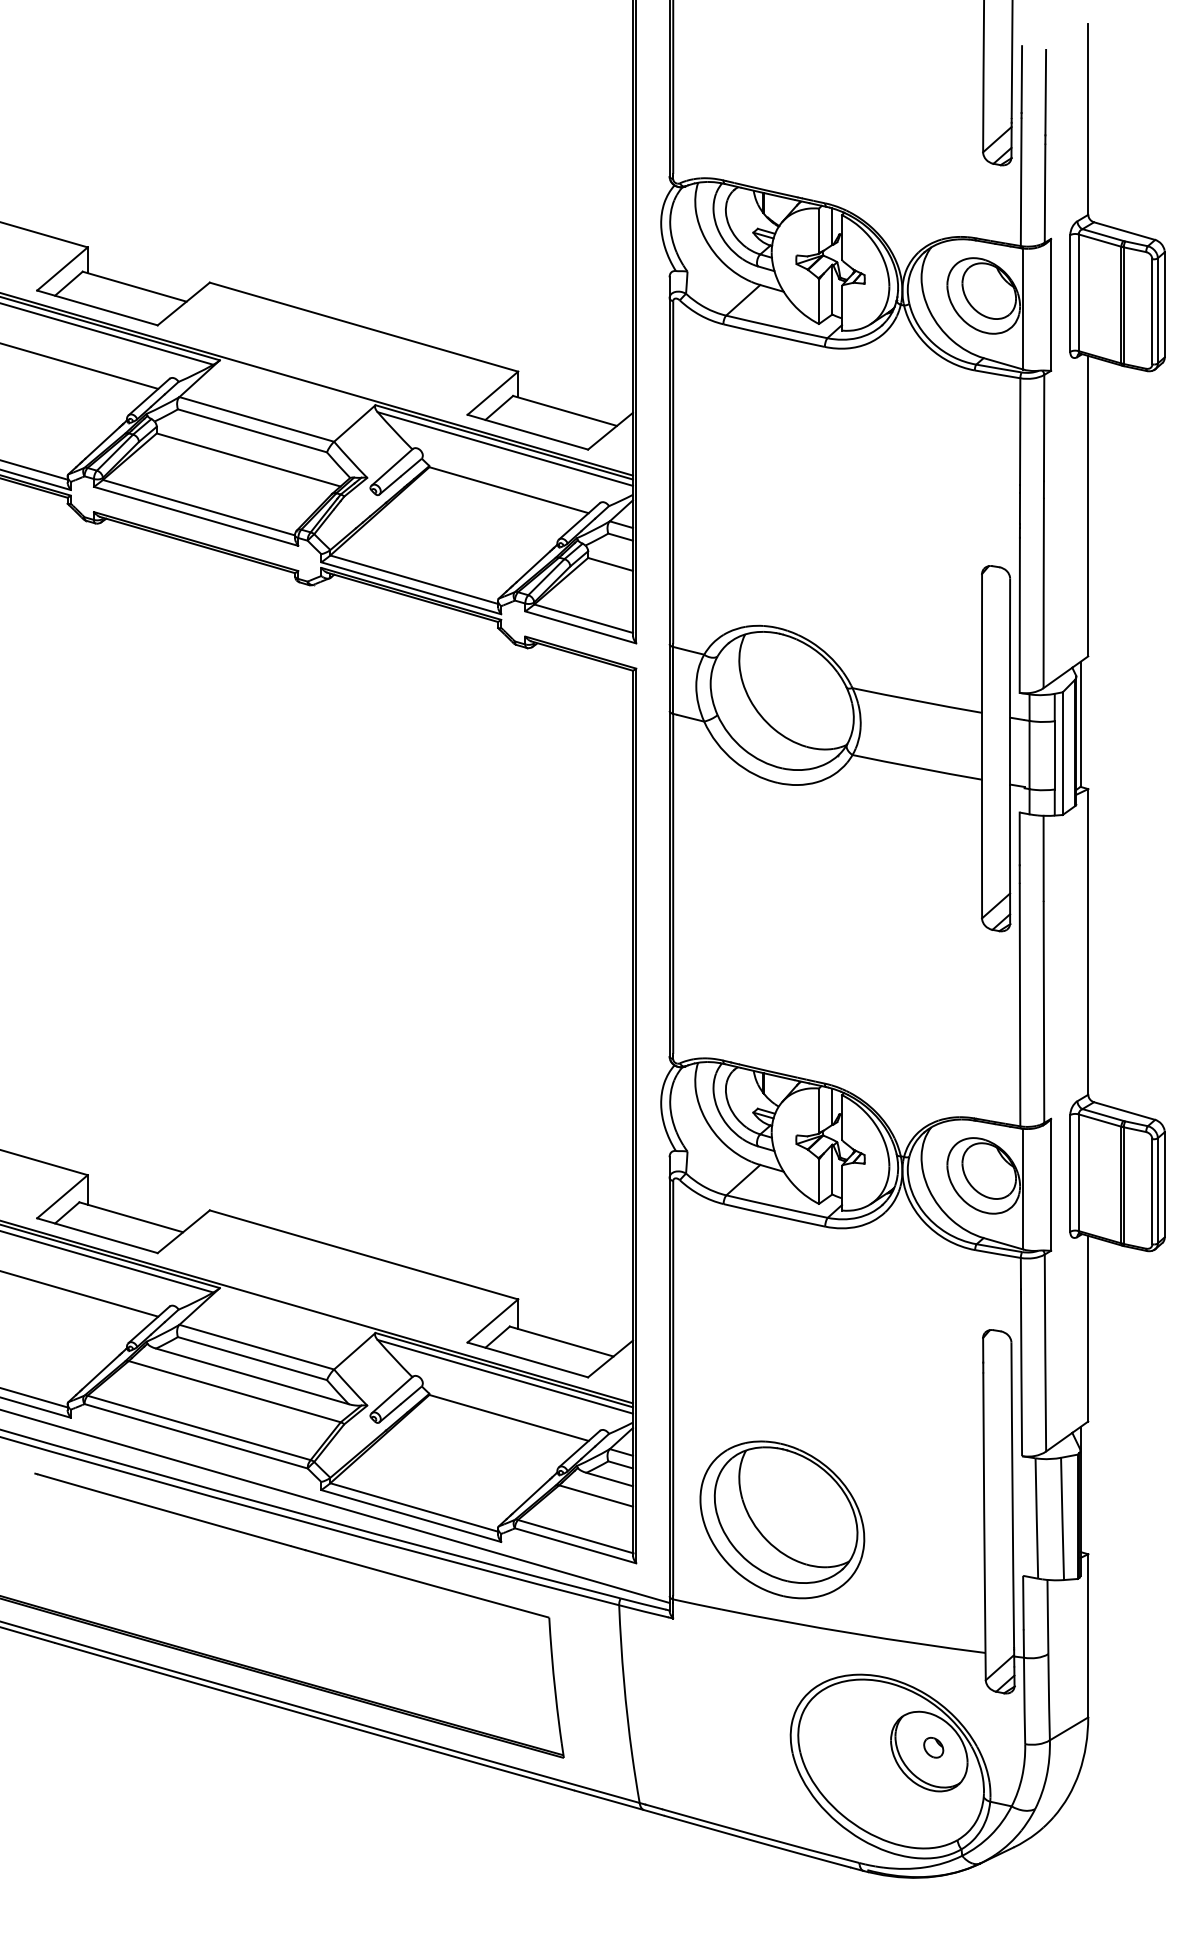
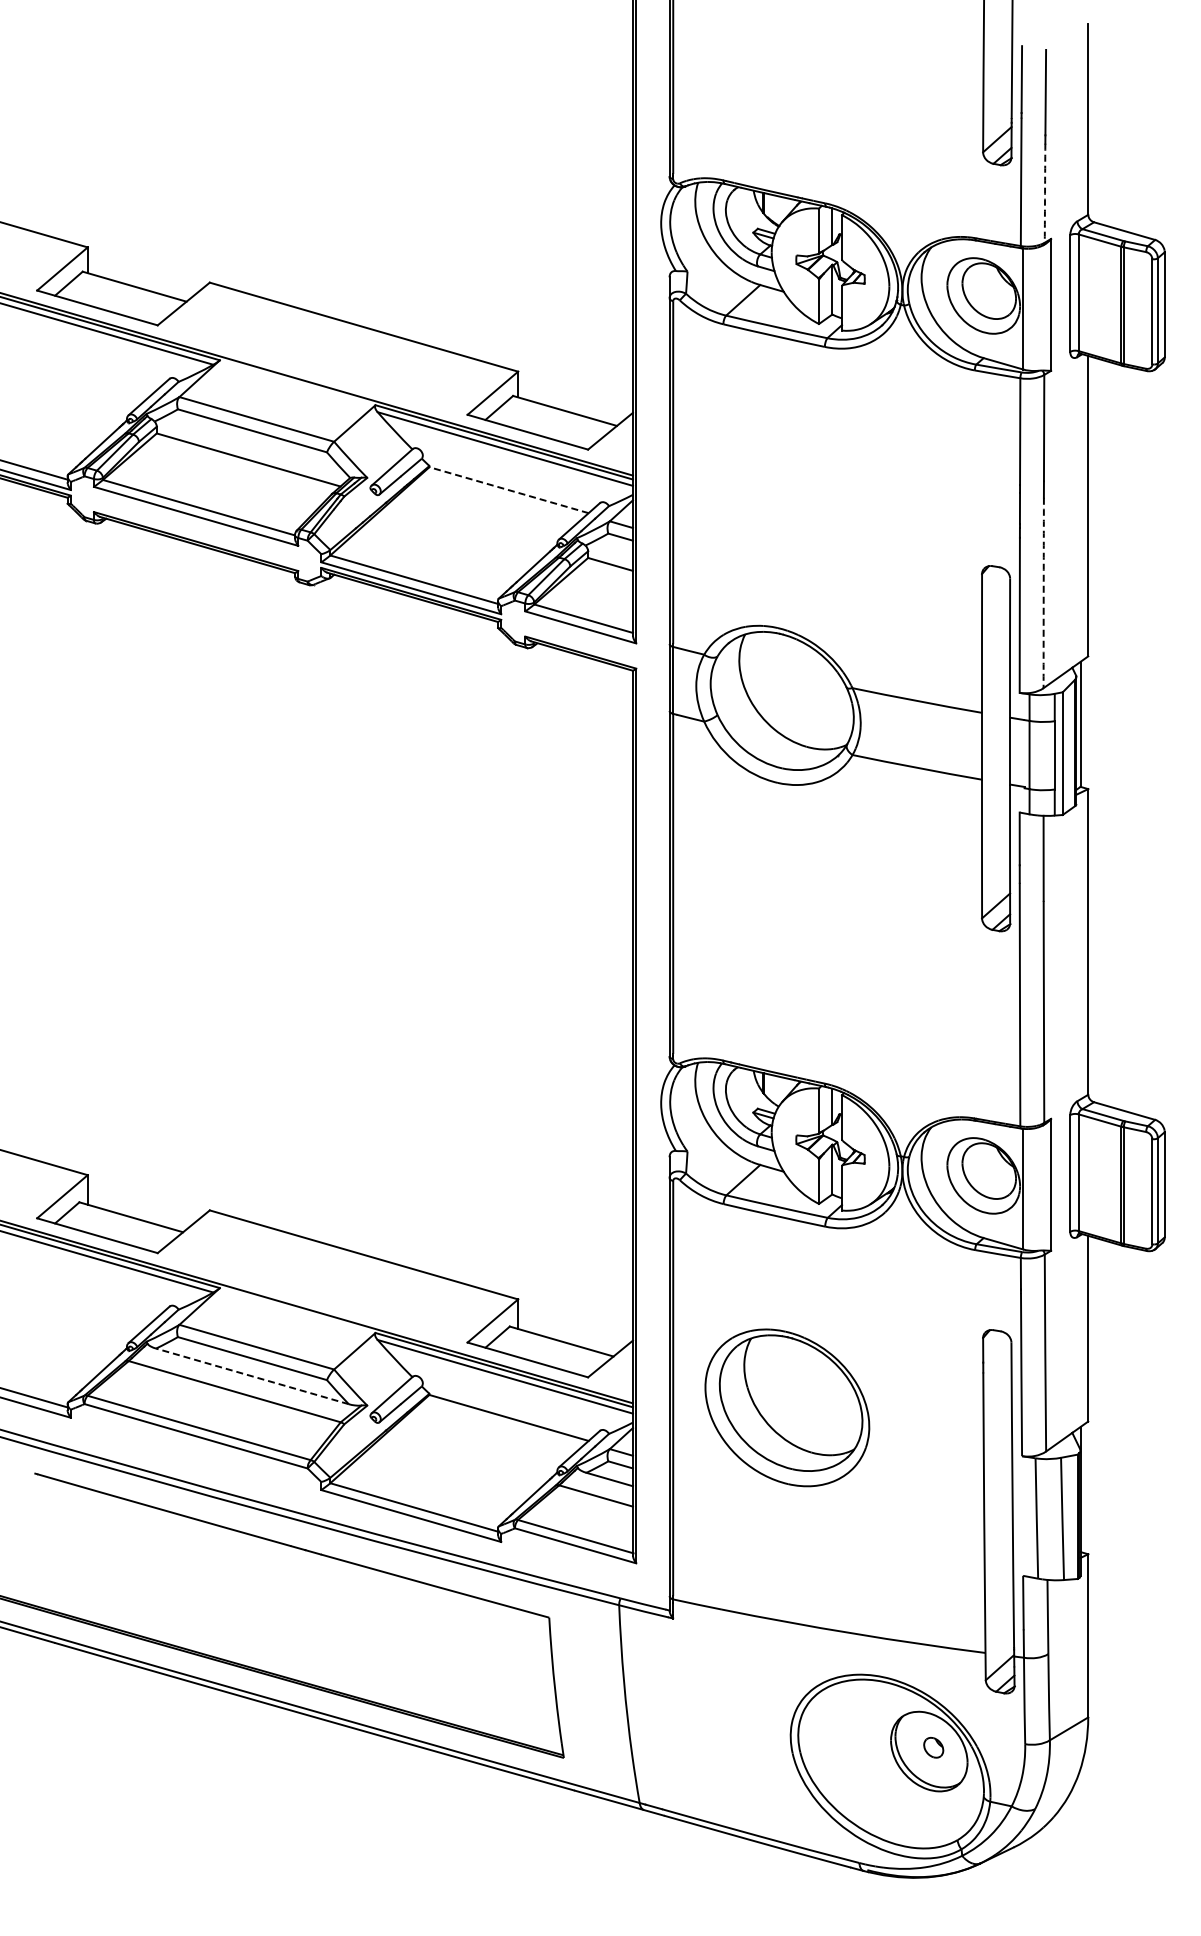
arc at (1045, 193): solid -> dashed
line at (80, 366): present -> none
line at (509, 490): solid -> dashed
arc at (1043, 592): solid -> dashed
line at (80, 1293): present -> none
line at (251, 1376): solid -> dashed
line at (335, 1506): present -> none
part at (782, 1519) position: (782, 1519) -> (787, 1407)
